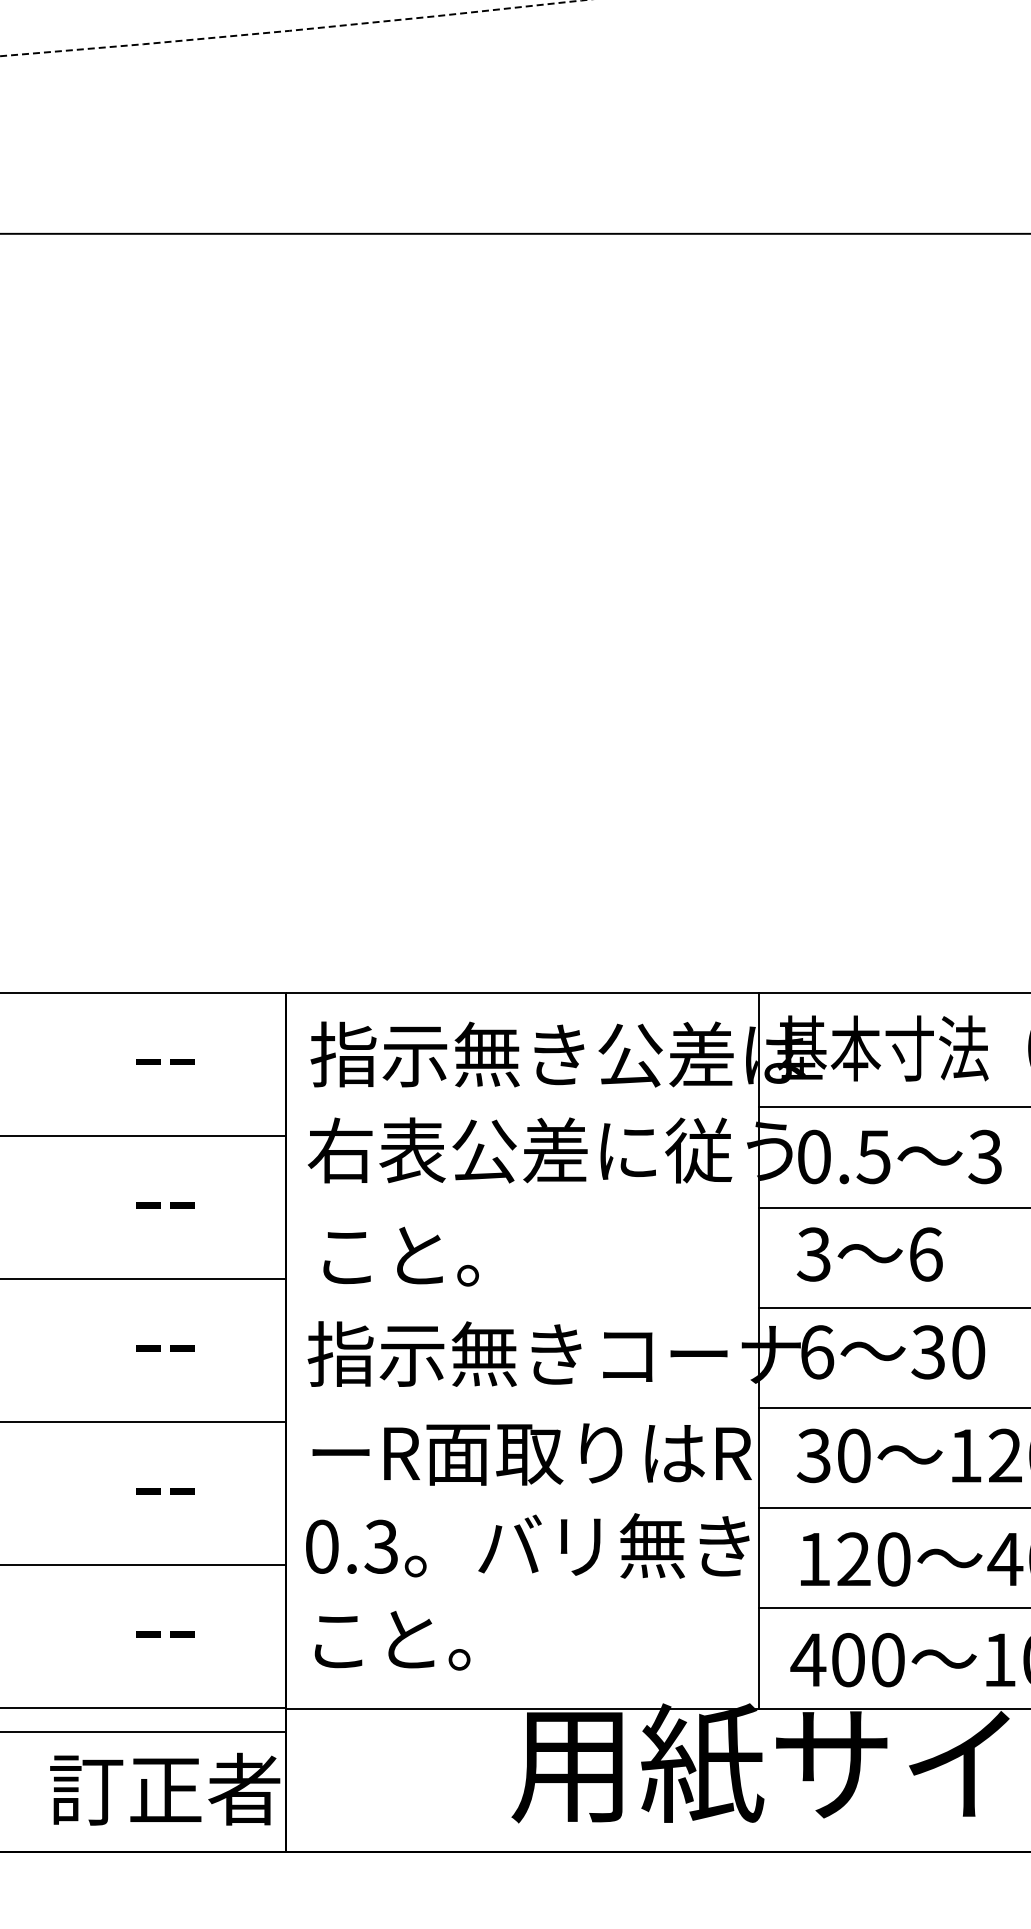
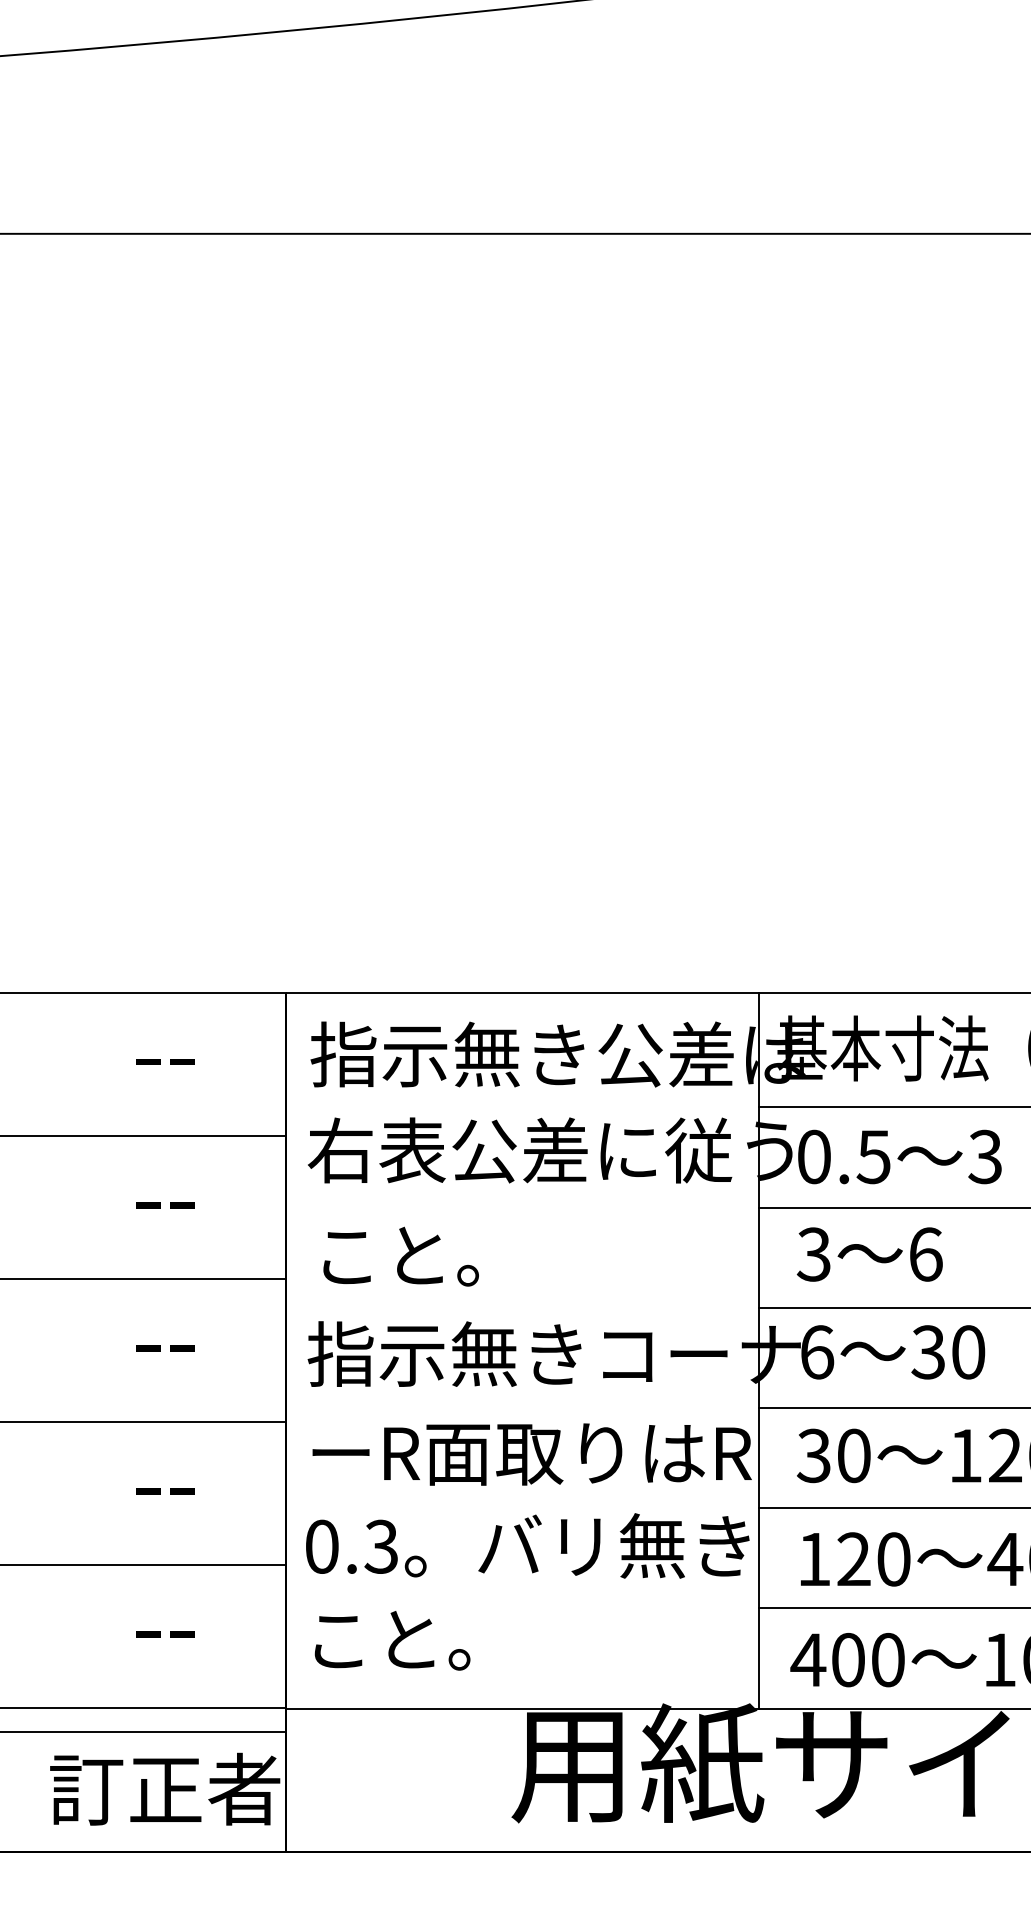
arc at (293, 30): dashed -> solid
